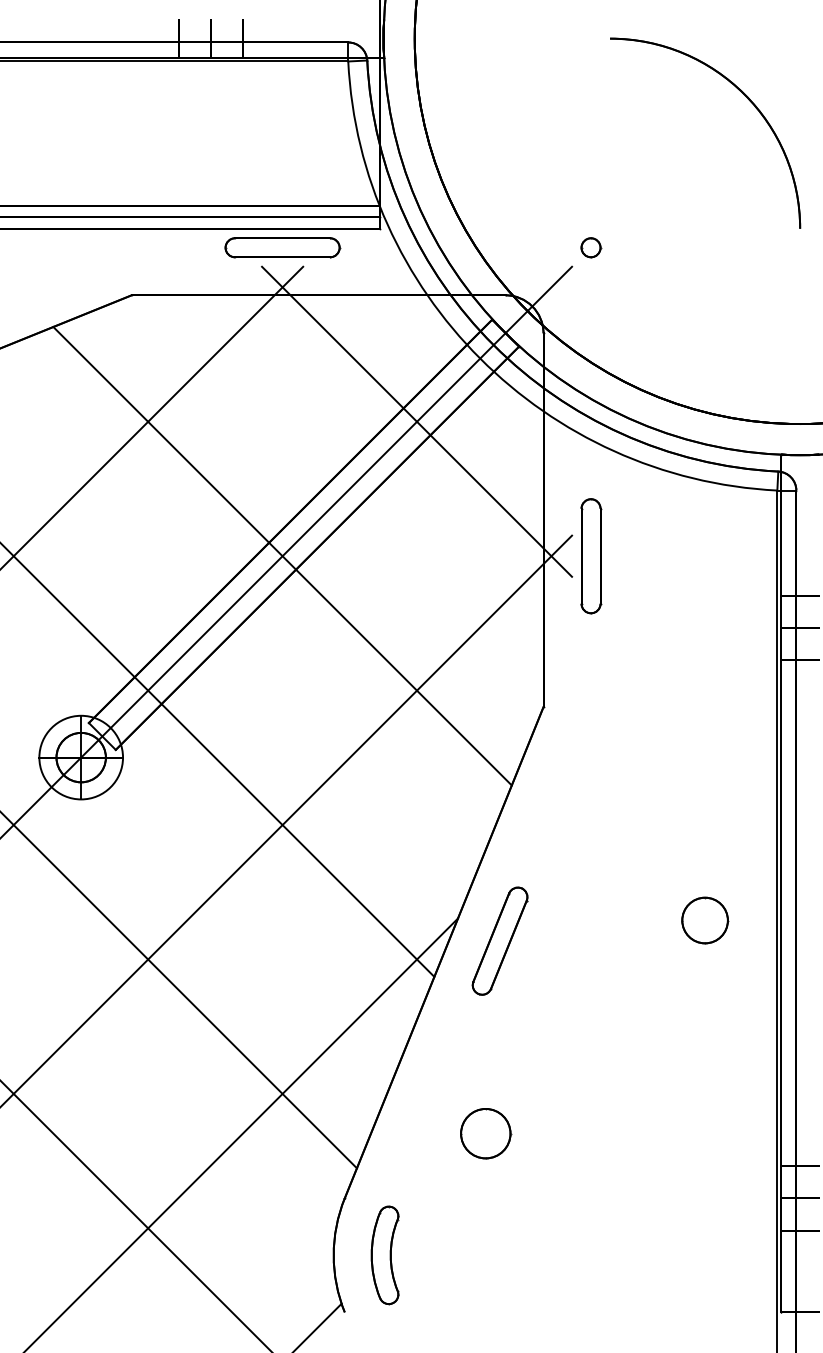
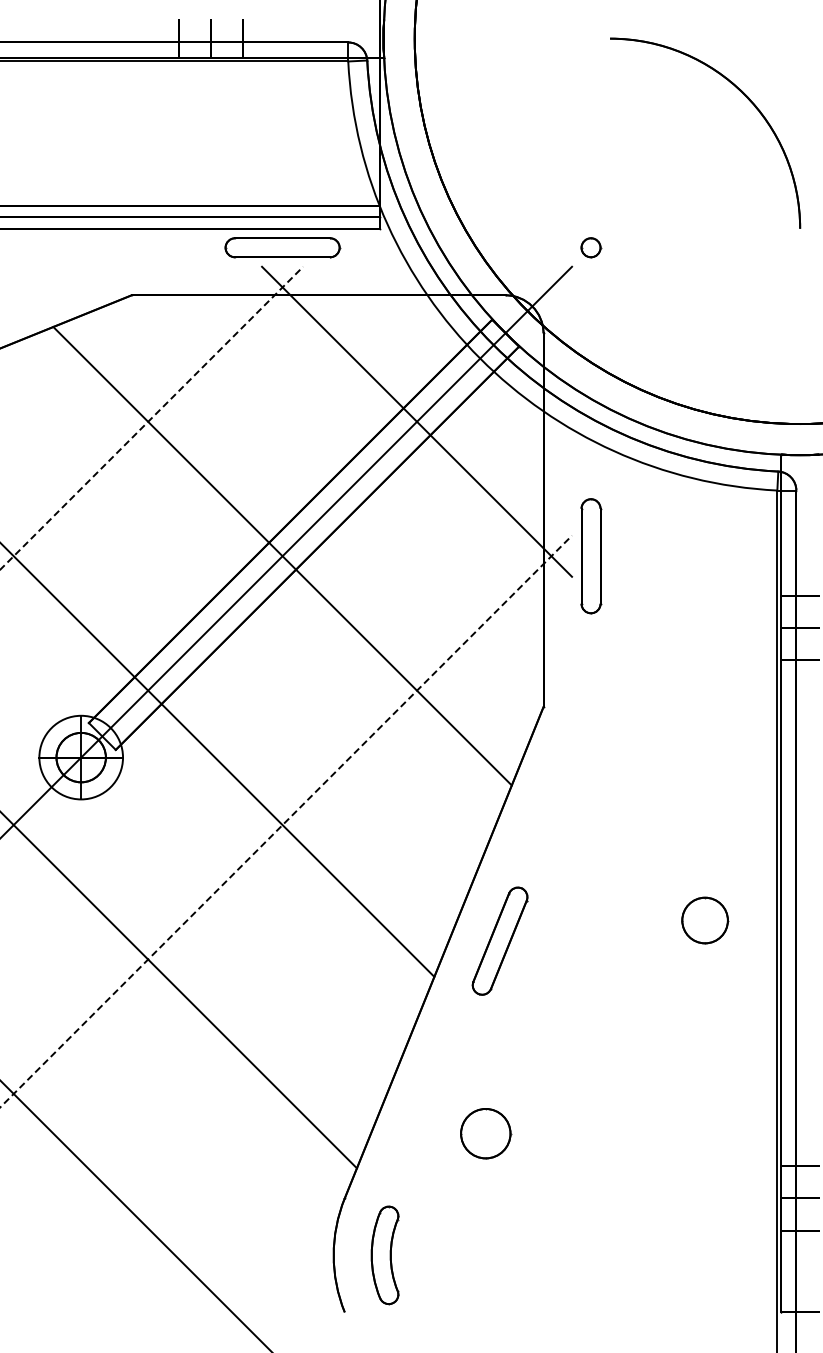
line at (151, 418): solid -> dashed
line at (286, 821): solid -> dashed
line at (241, 1133): present -> none
line at (318, 1326): present -> none
